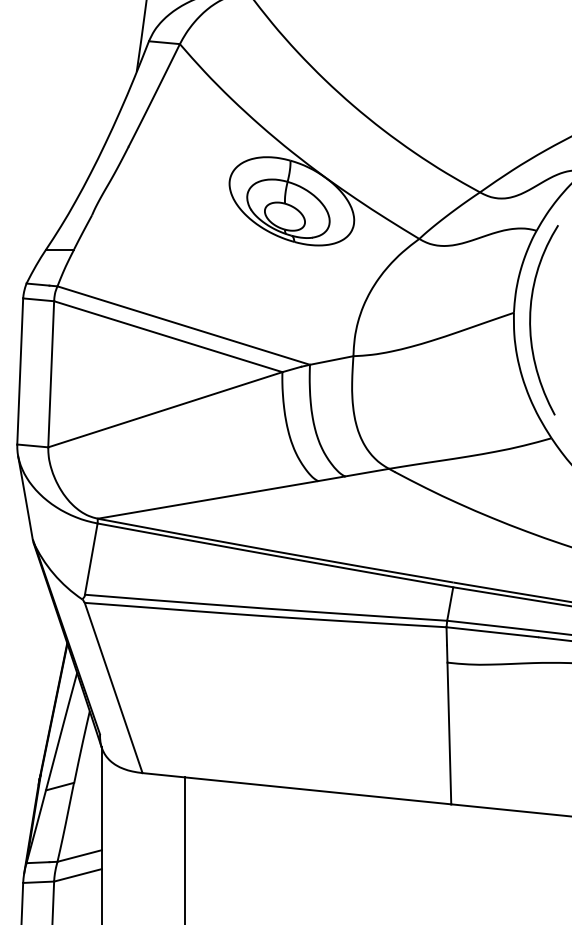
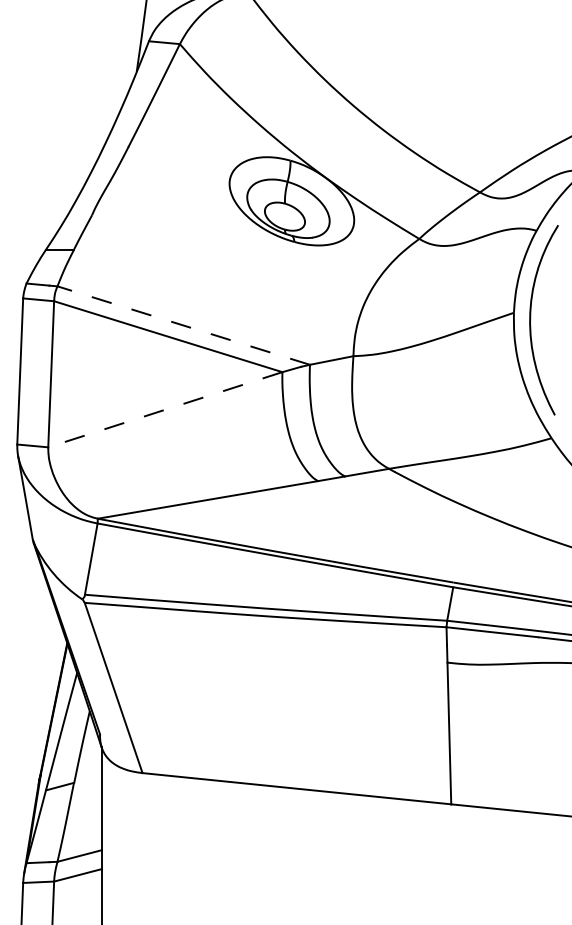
line at (183, 325): solid -> dashed
line at (165, 409): solid -> dashed
line at (184, 849): present -> none
